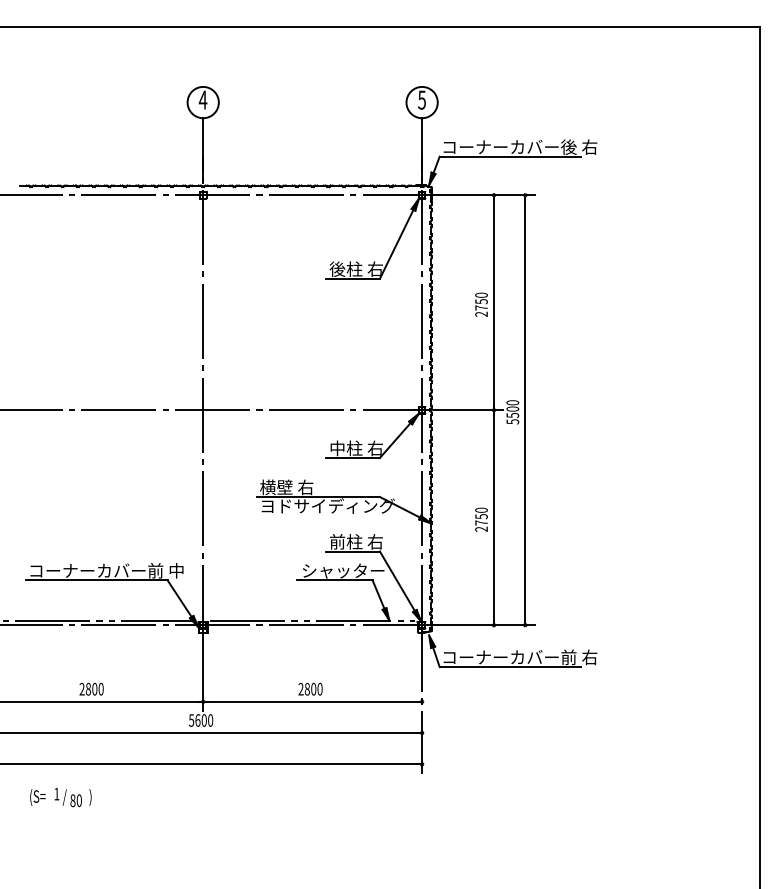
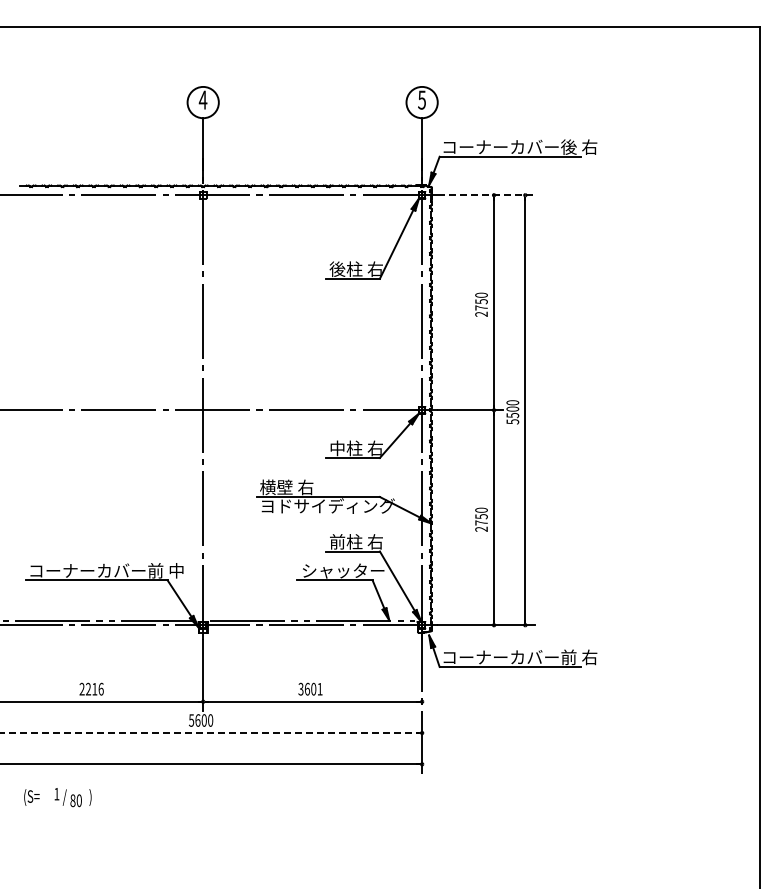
line at (486, 195): solid -> dashed
text at (94, 688): 2800 -> 2216
text at (310, 688): 2800 -> 3601
line at (210, 733): solid -> dashed
text at (37, 797) position: (37, 797) -> (31, 797)
